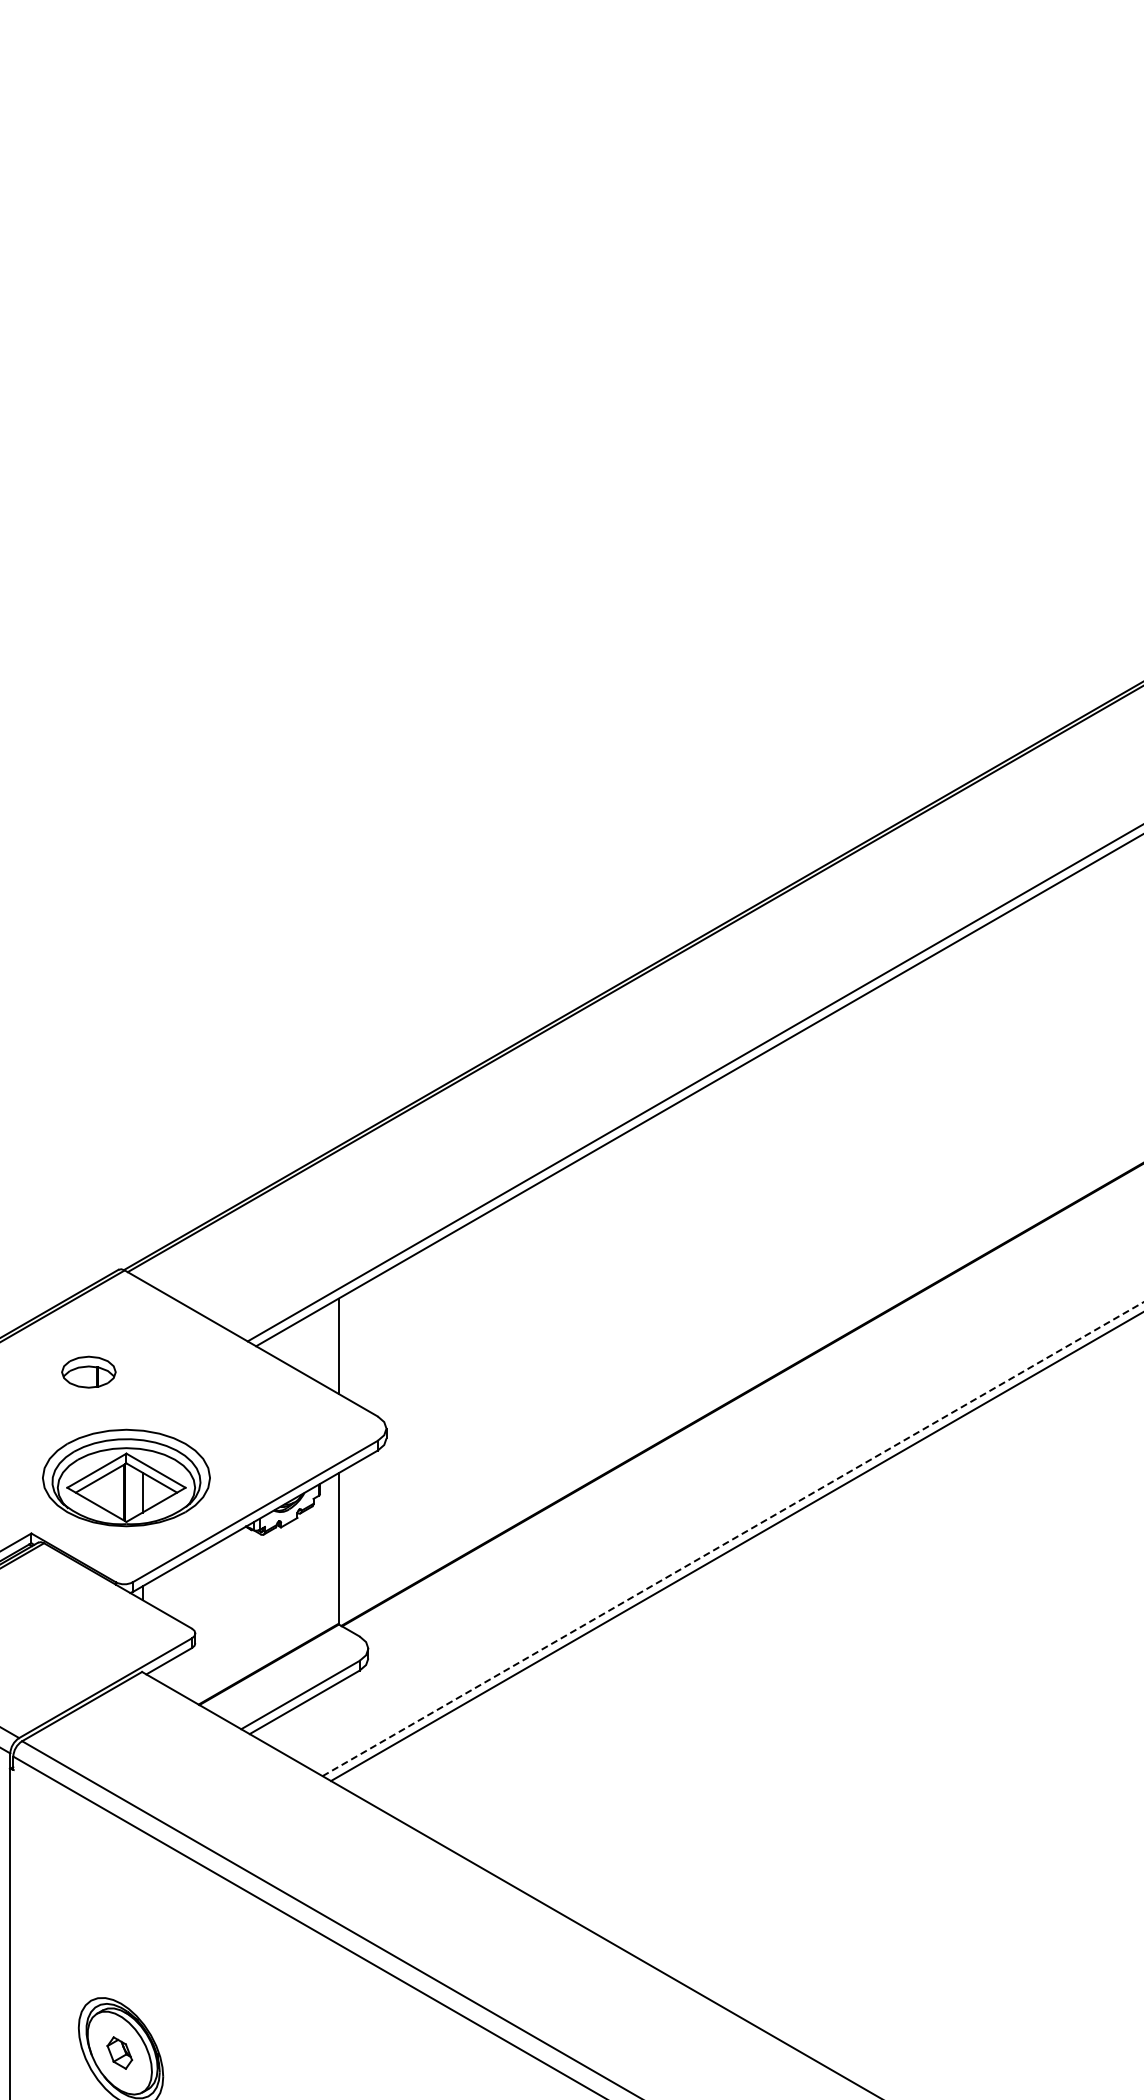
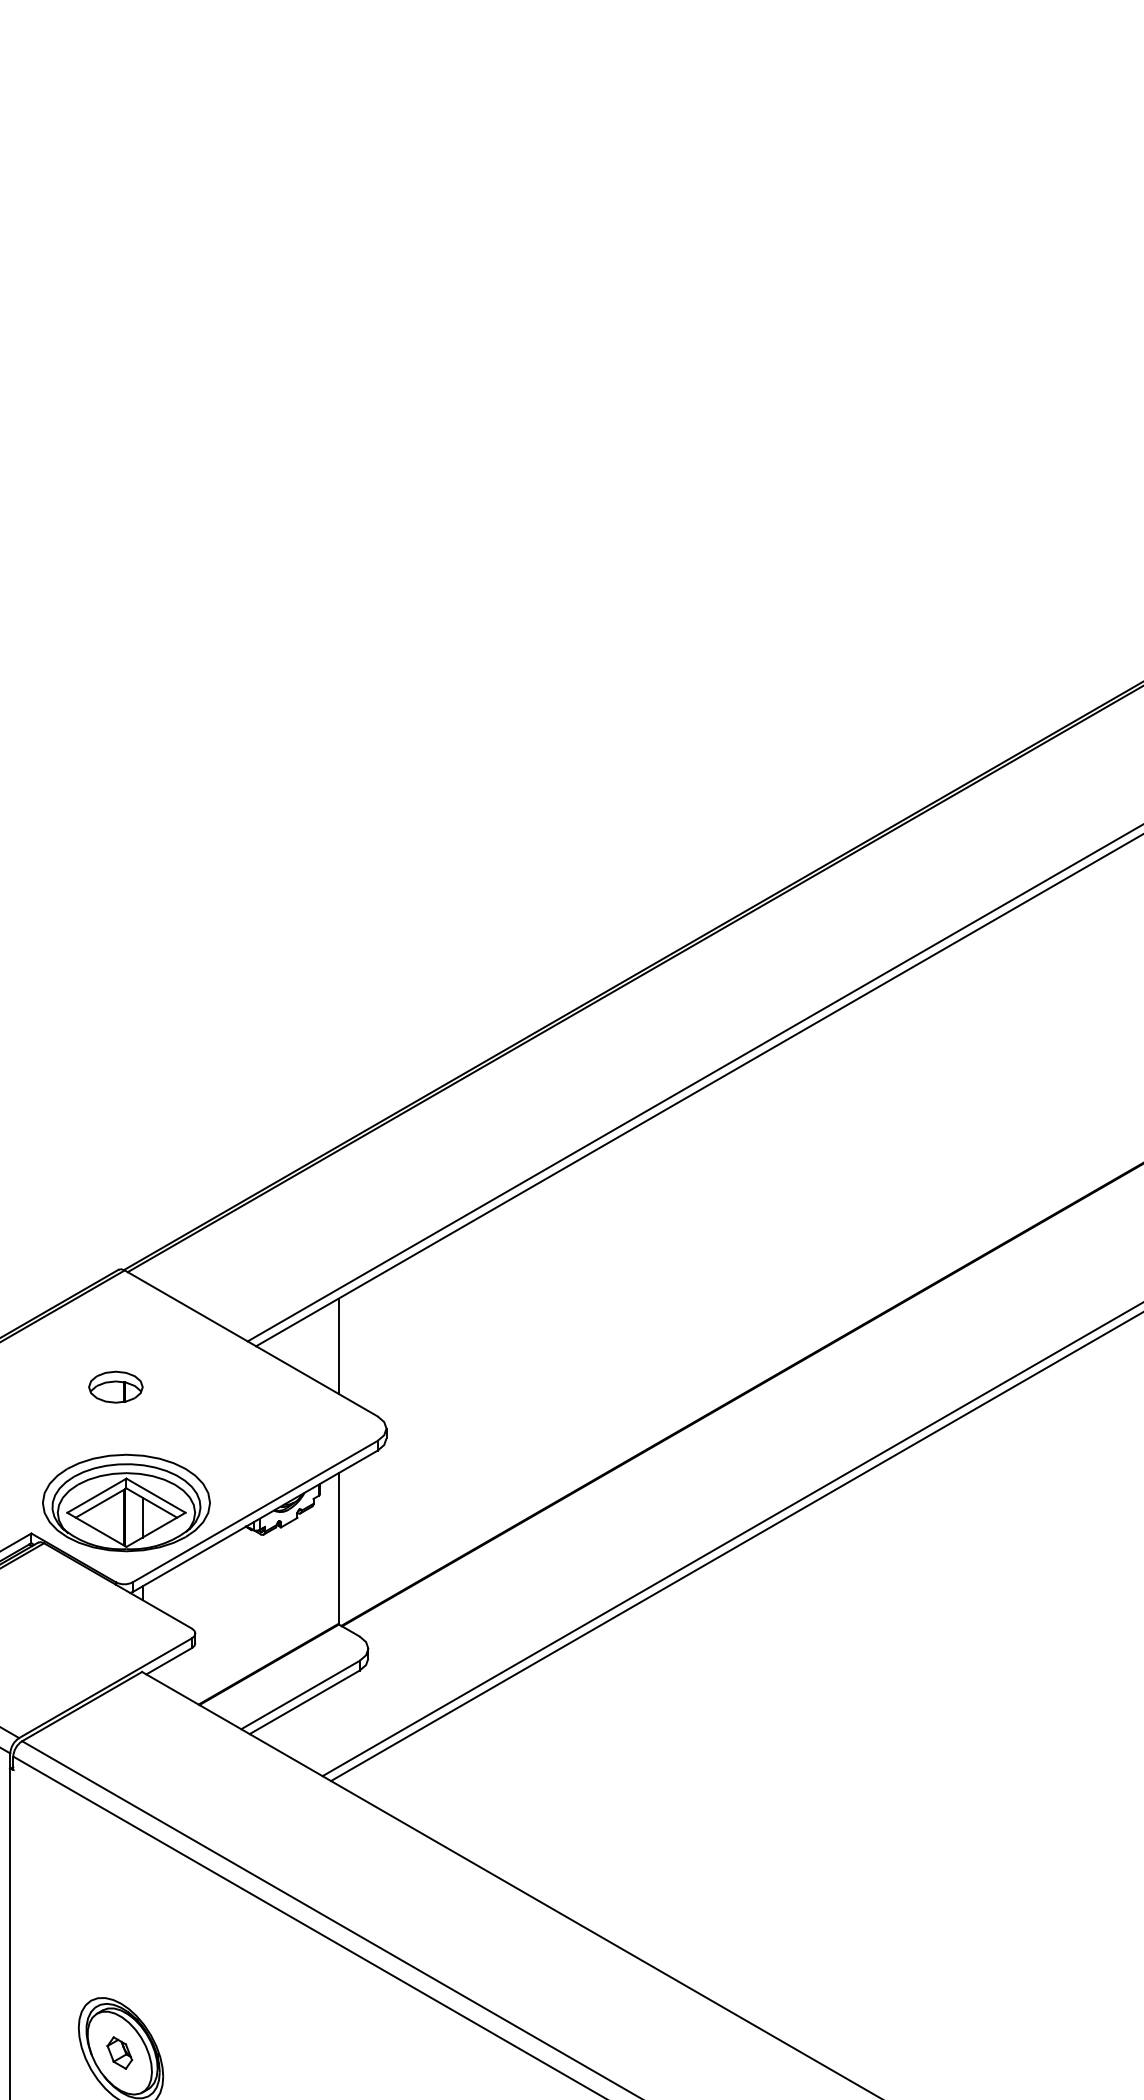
part at (88, 1371) position: (88, 1371) -> (115, 1386)
part at (126, 1477) position: (126, 1477) -> (126, 1502)
line at (733, 1539): dashed -> solid
